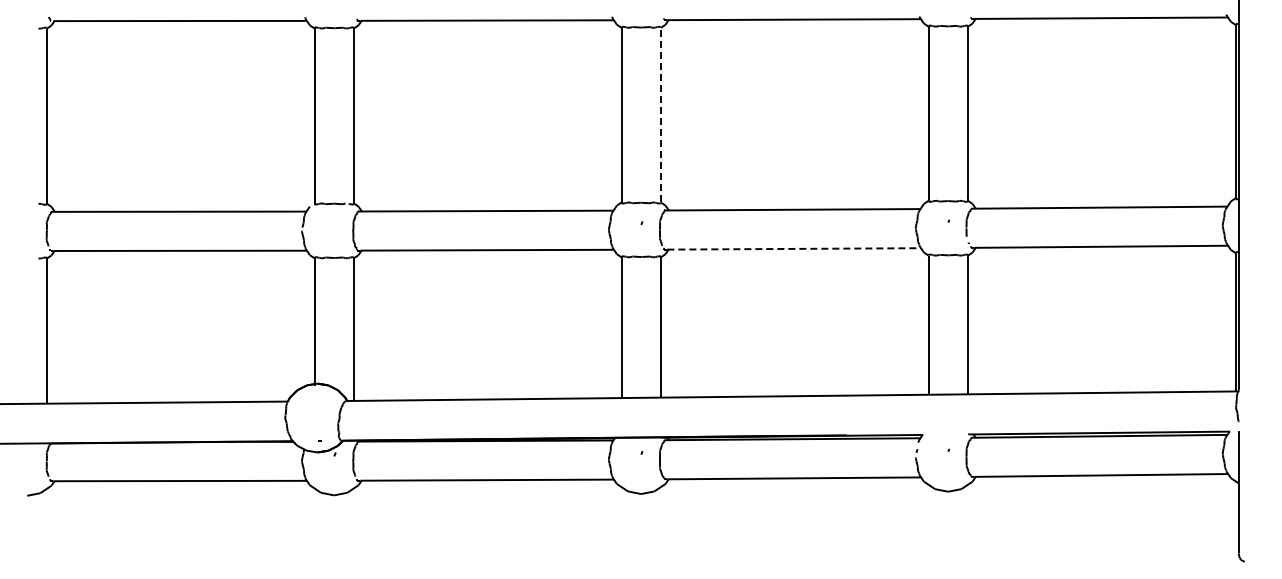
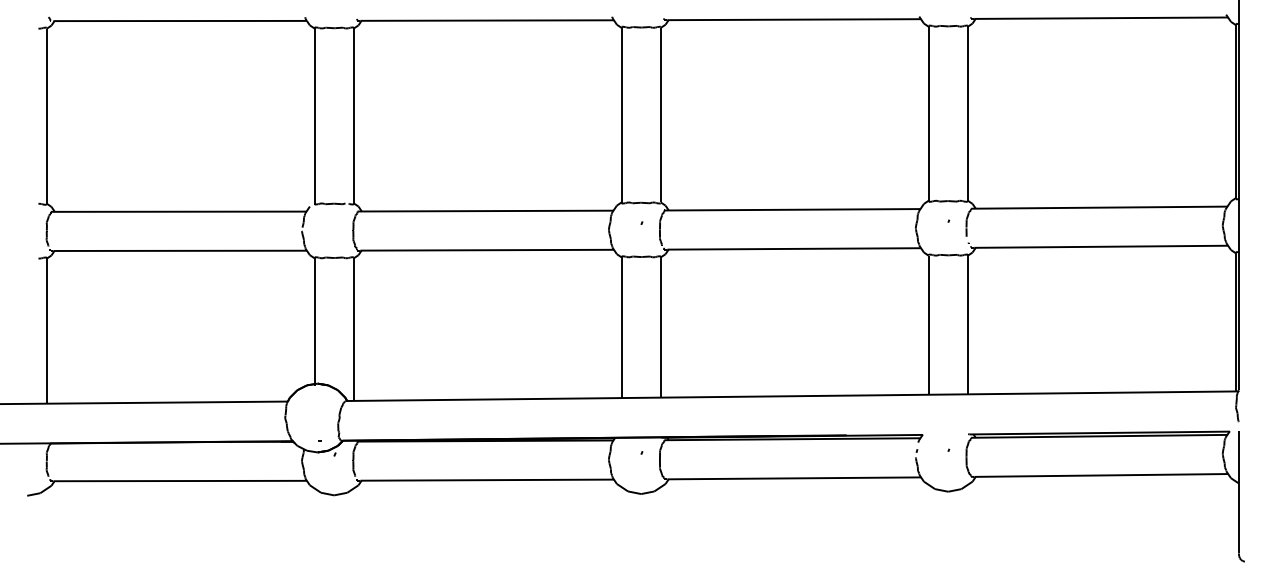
line at (660, 114): dashed -> solid
line at (794, 248): dashed -> solid
